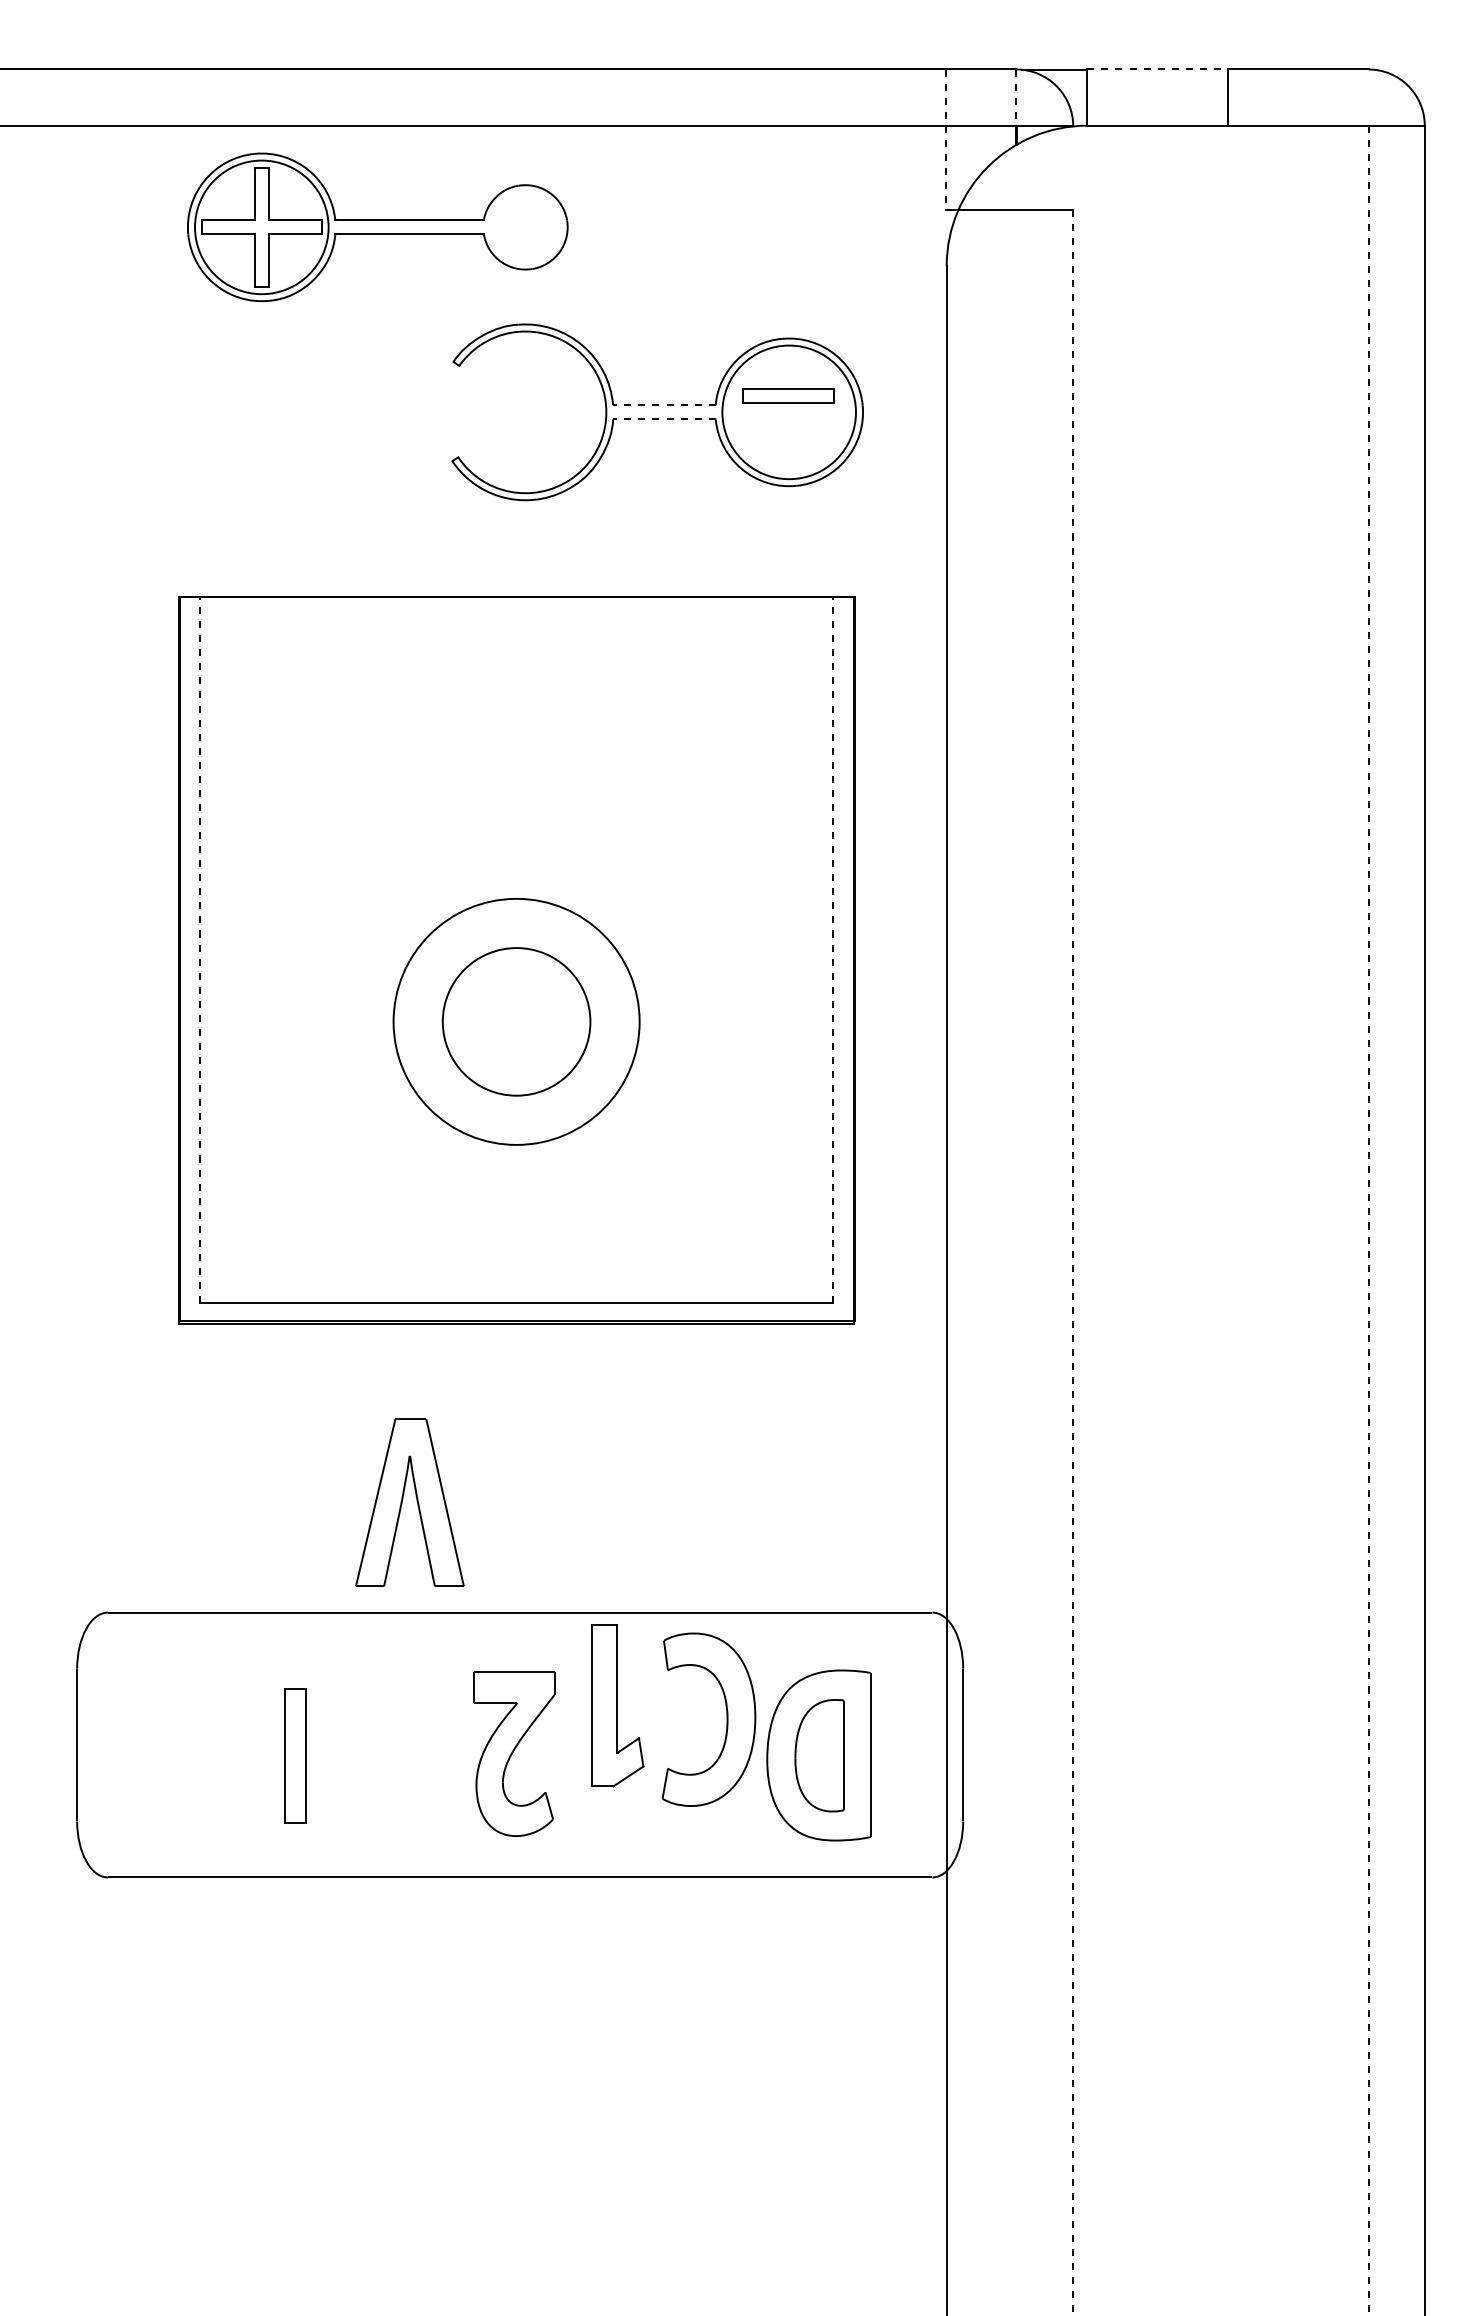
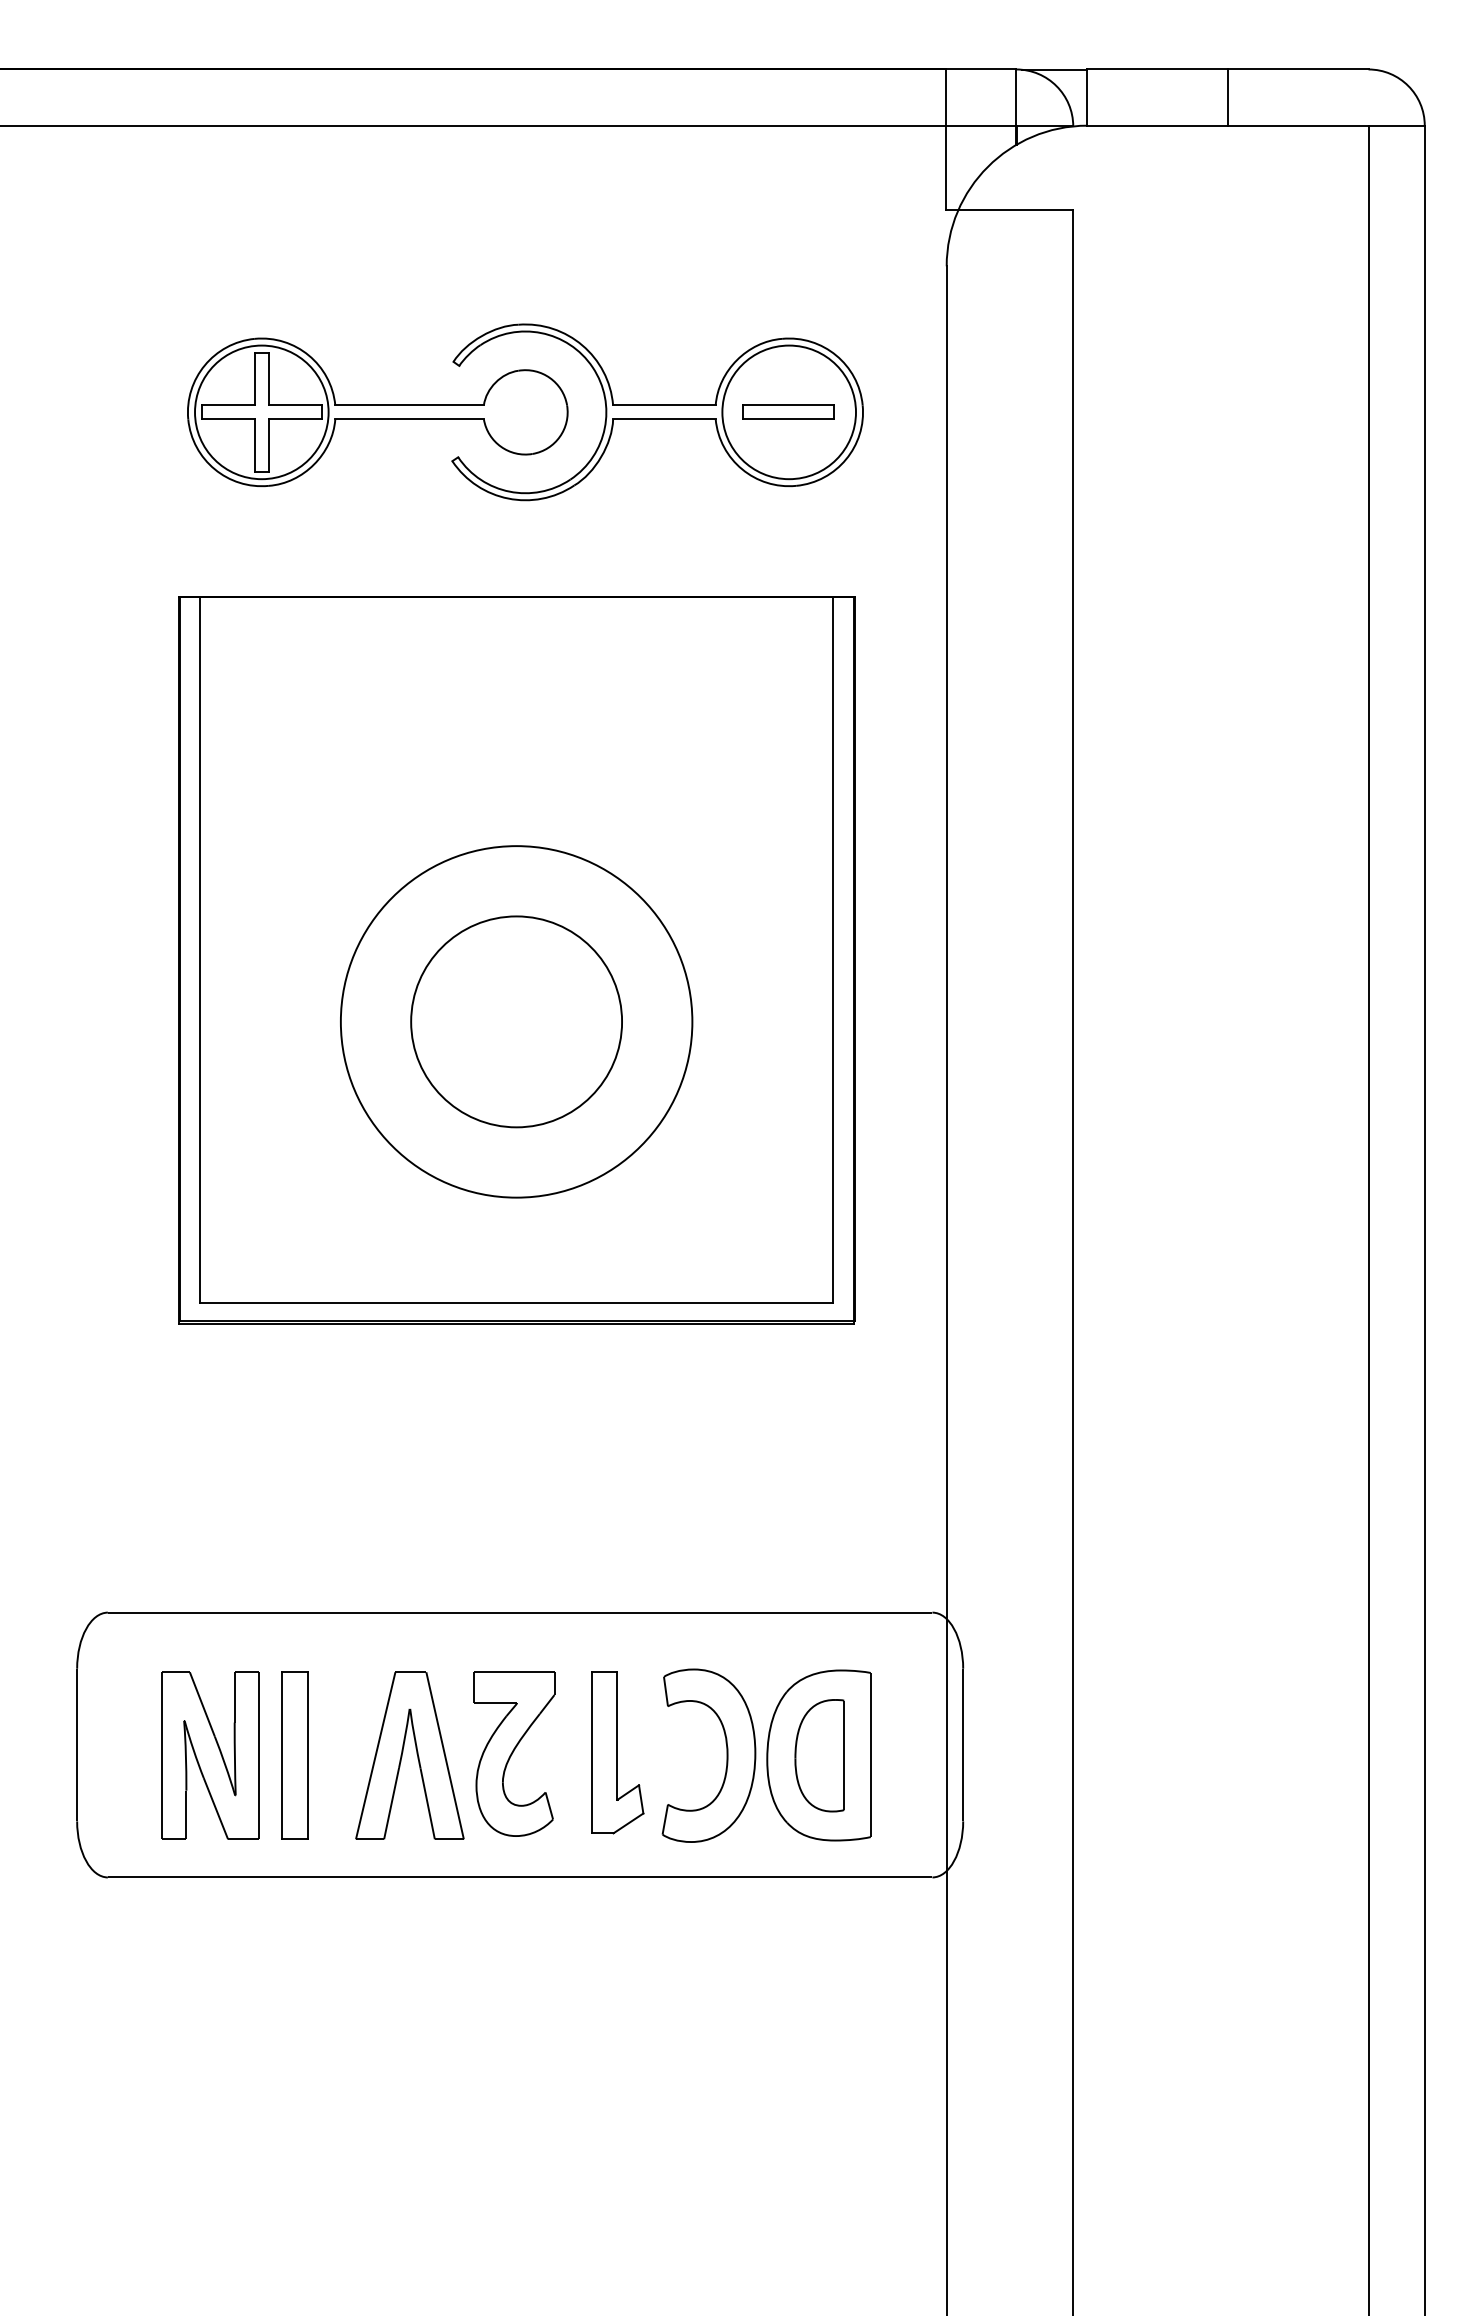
line at (1158, 69): dashed -> solid
line at (1016, 98): dashed -> solid
line at (945, 140): dashed -> solid
part at (377, 227) position: (377, 227) -> (377, 412)
part at (788, 395) position: (788, 395) -> (788, 411)
line at (663, 405): dashed -> solid
line at (663, 419): dashed -> solid
line at (200, 950): dashed -> solid
line at (833, 950): dashed -> solid
circle at (516, 1021) diameter: 148 px -> 211 px
circle at (516, 1021) diameter: 246 px -> 352 px
line at (1368, 1220): dashed -> solid
line at (1073, 1262): dashed -> solid
part at (403, 1499) position: (403, 1499) -> (403, 1752)
part at (617, 1705) position: (617, 1705) -> (617, 1752)
part at (726, 1719) position: (726, 1719) -> (726, 1755)
part at (210, 1755): none -> present
part at (295, 1755) size: 23x136 px -> 28x169 px
